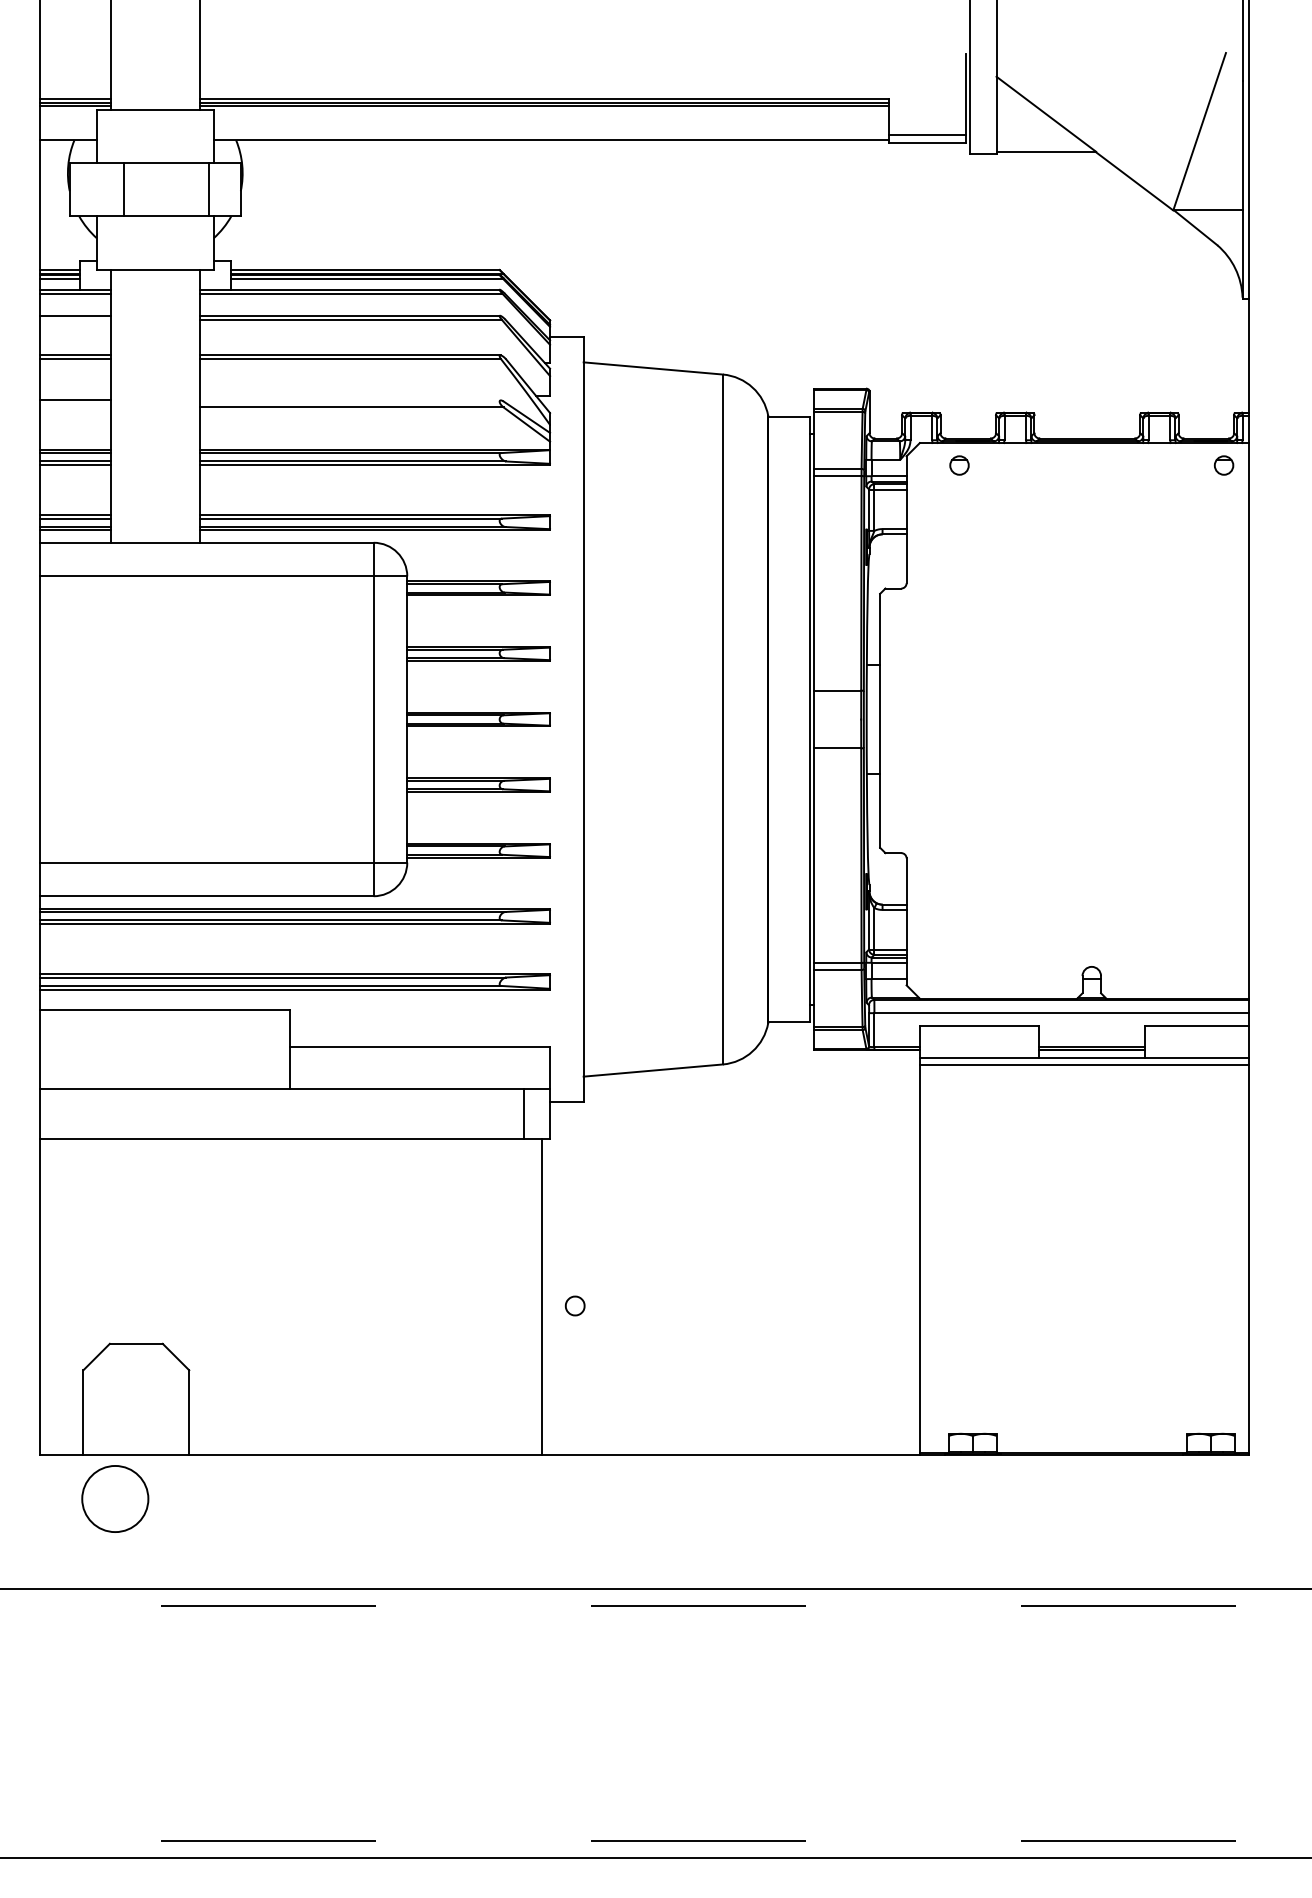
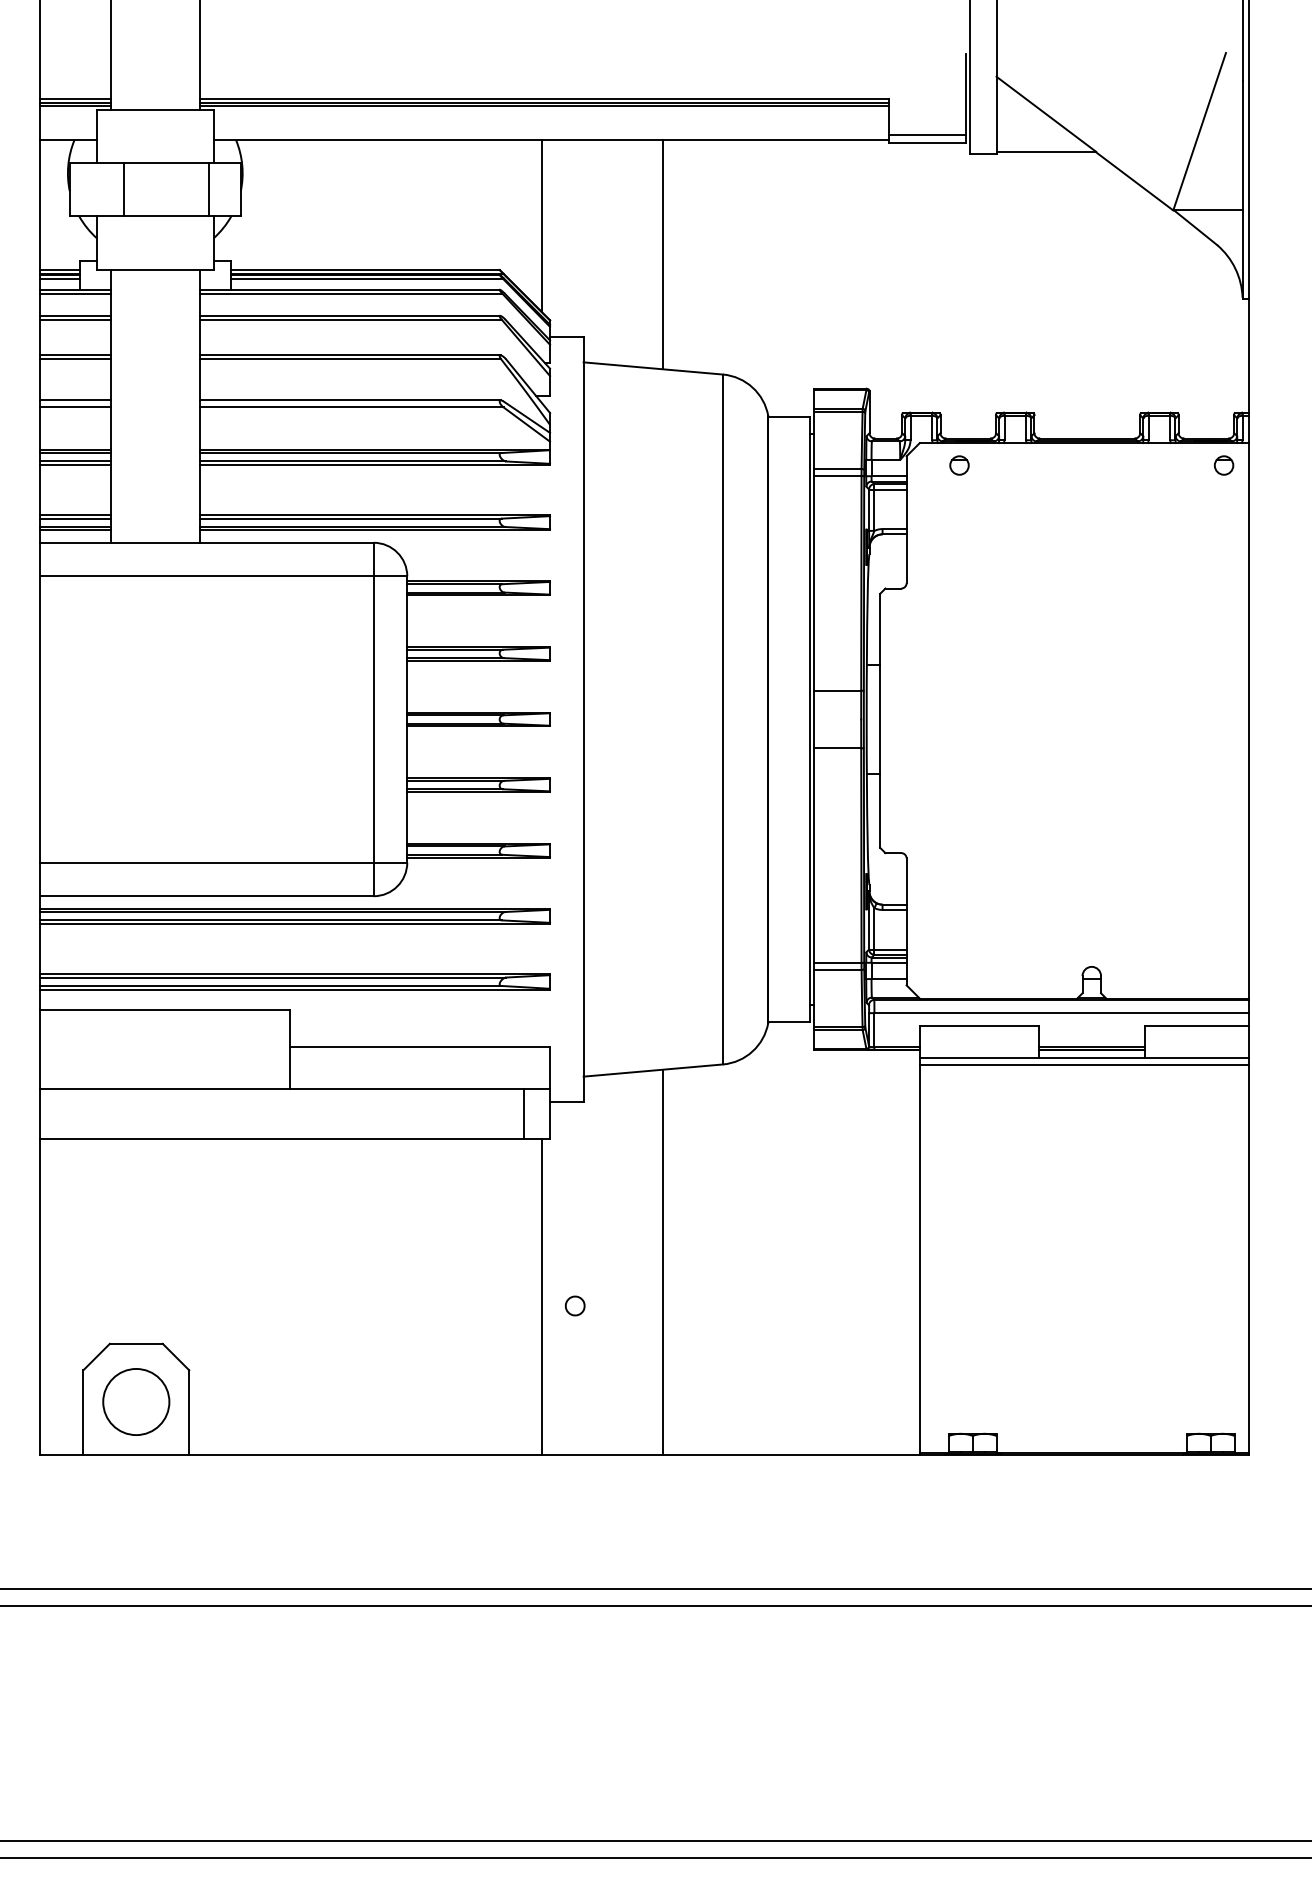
line at (541, 225): none -> present
line at (662, 254): none -> present
line at (74, 319): none -> present
line at (349, 400): none -> present
line at (74, 407): none -> present
line at (662, 1261): none -> present
circle at (115, 1498) position: (115, 1498) -> (136, 1401)
line at (656, 1605): dashed -> solid
line at (656, 1841): dashed -> solid
